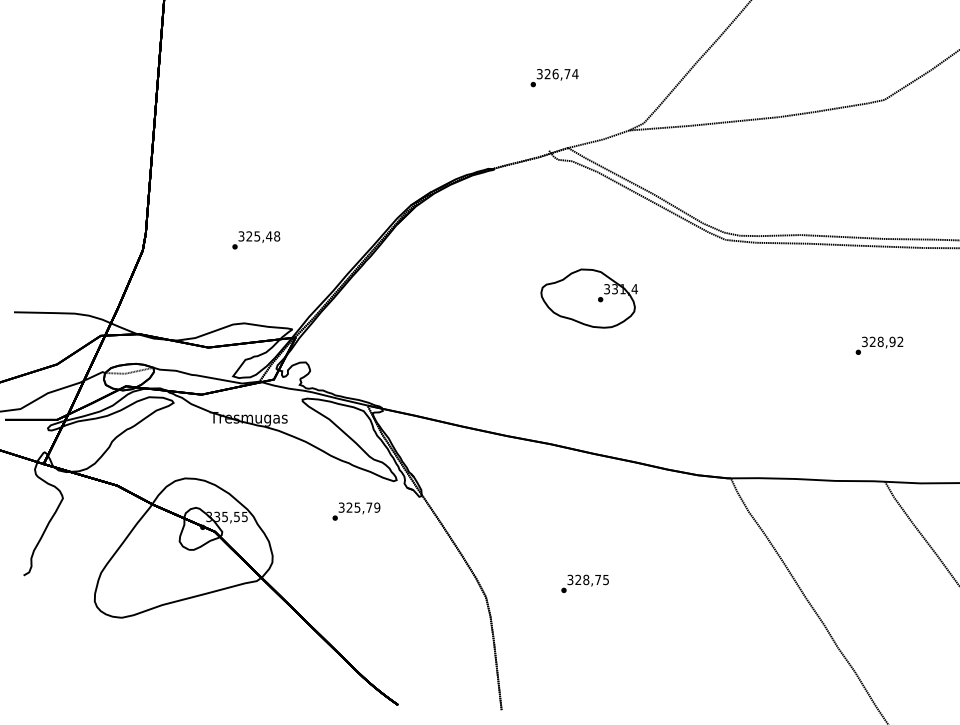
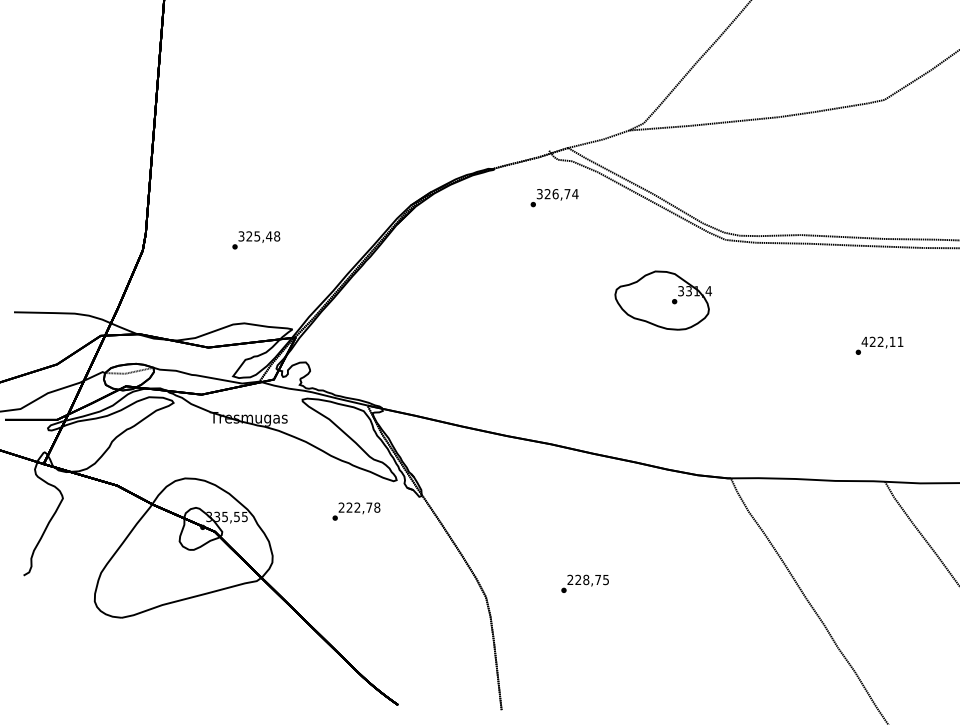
text at (554, 78) position: (554, 78) -> (554, 198)
part at (588, 298) position: (588, 298) -> (662, 300)
text at (882, 341): 328,92 -> 422,11
text at (359, 507): 325,79 -> 222,78
text at (570, 580): 328,75 -> 228,75
